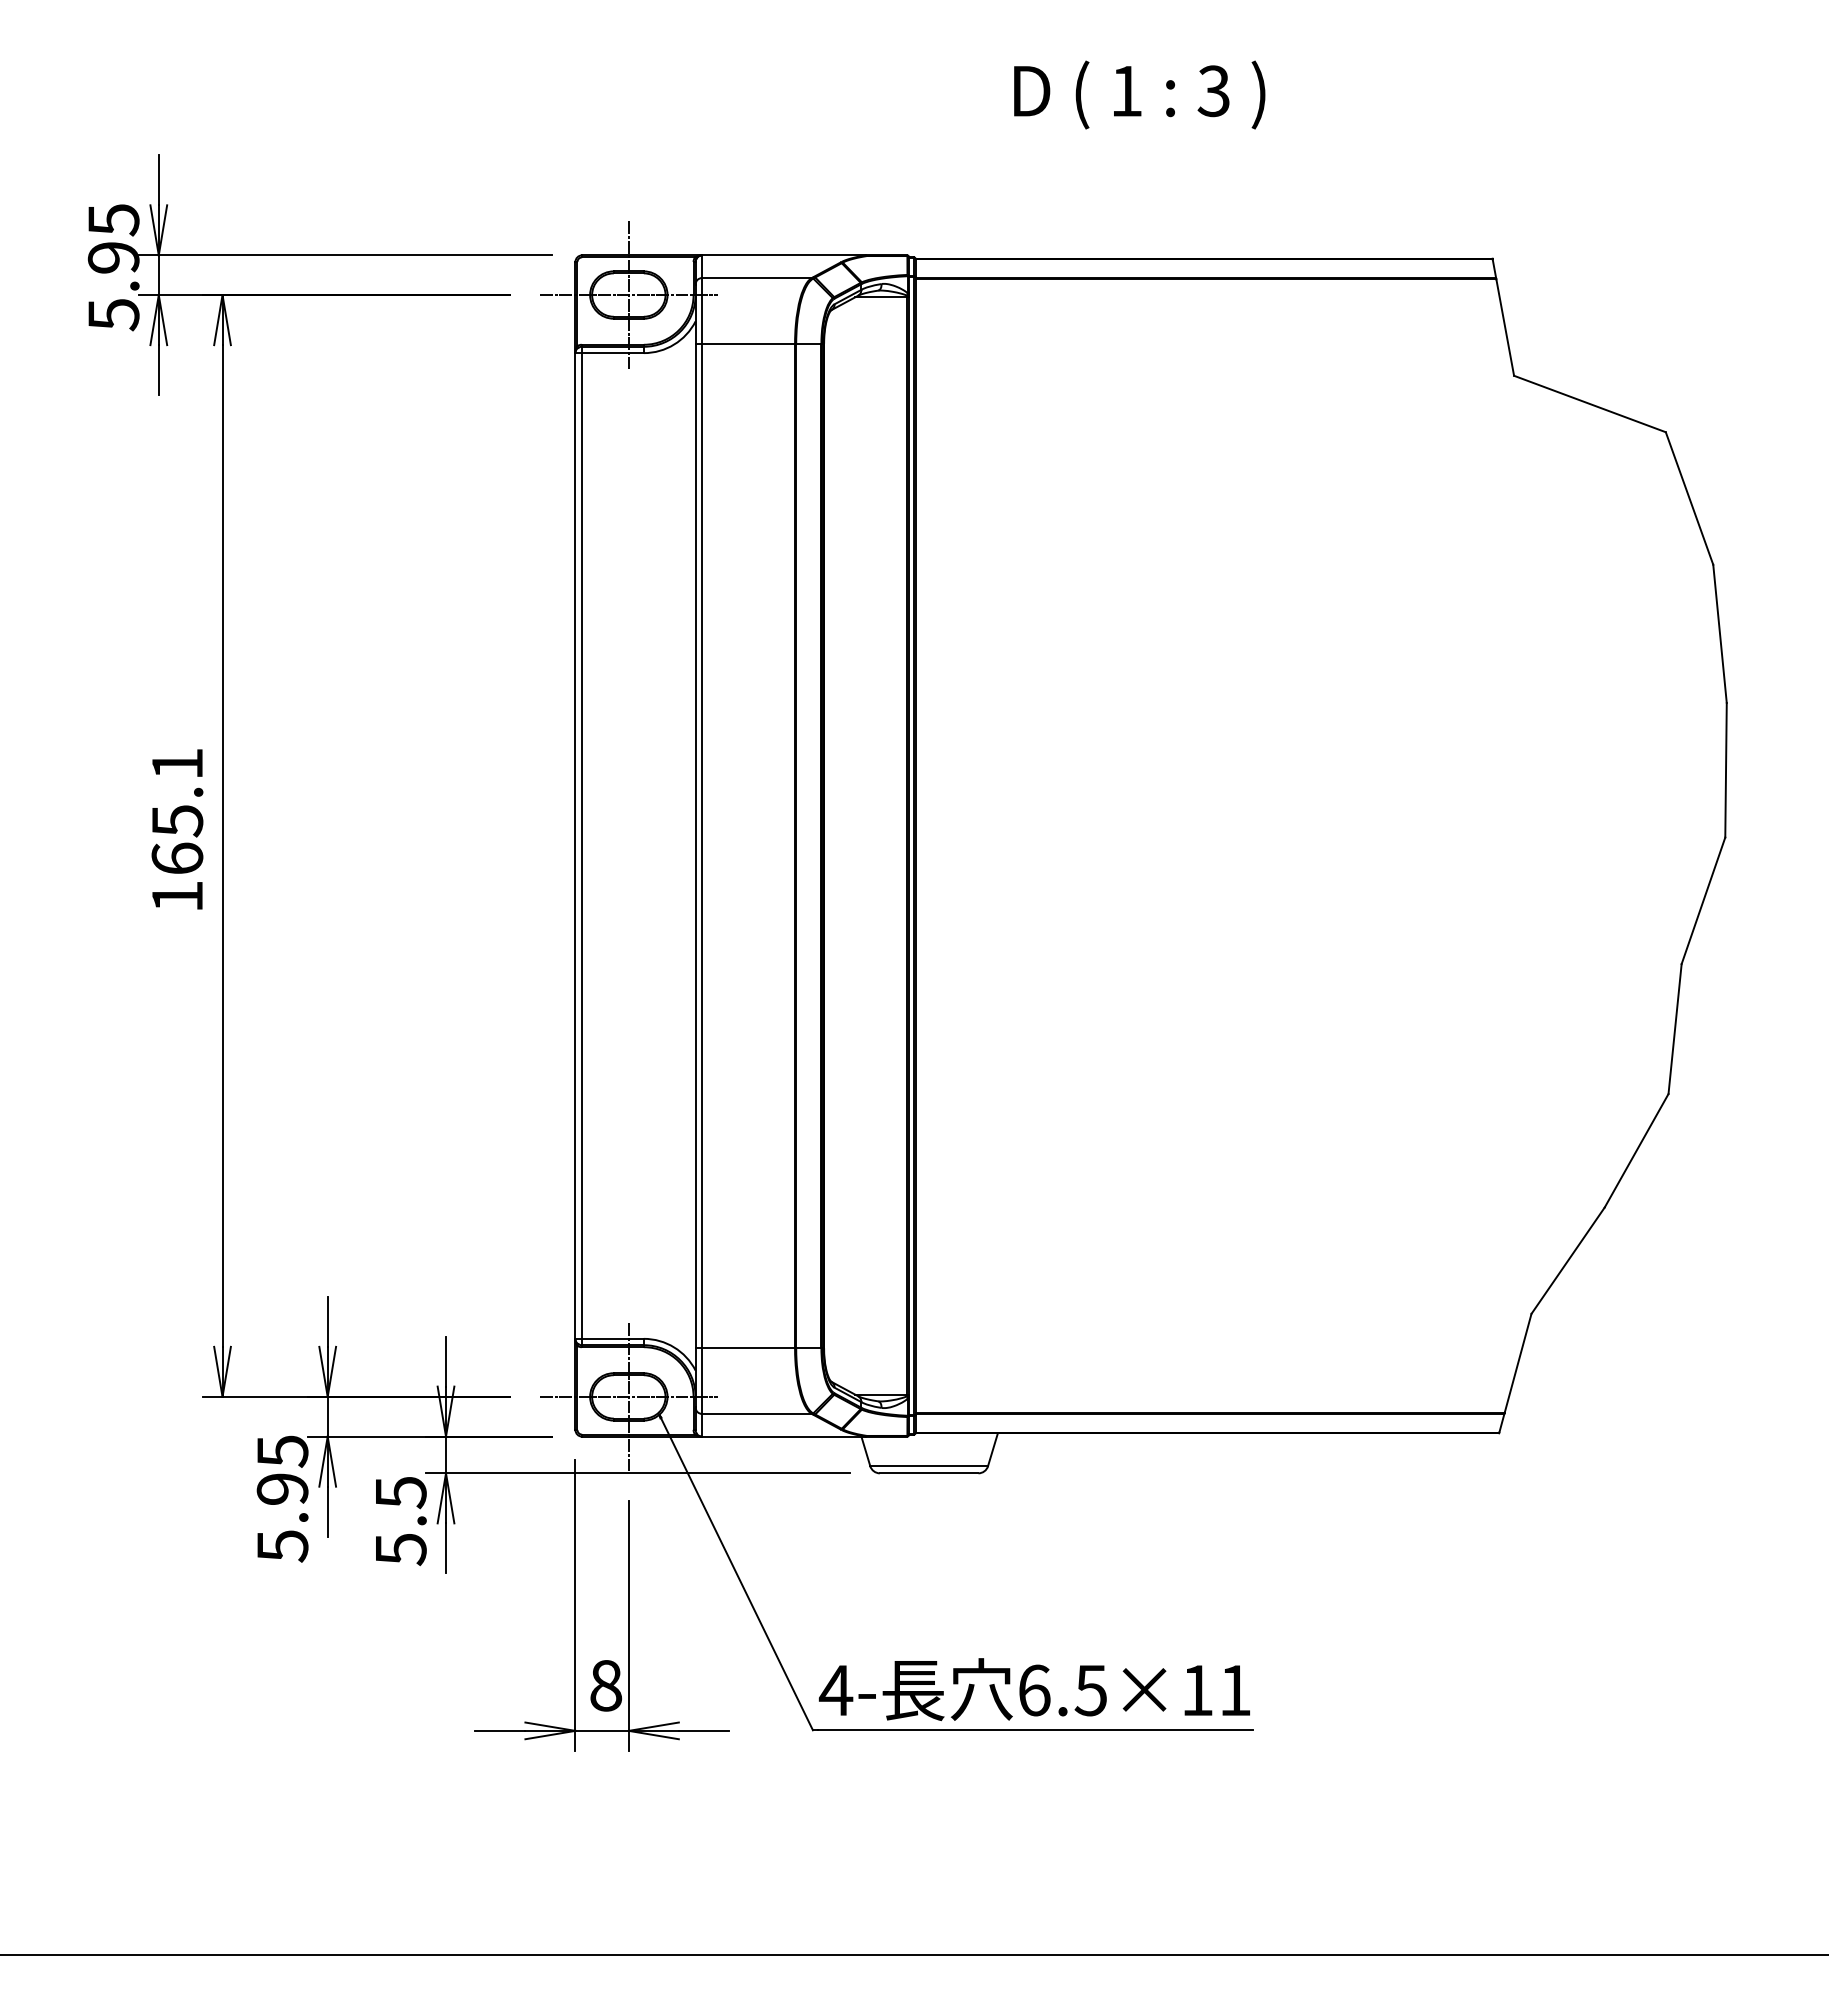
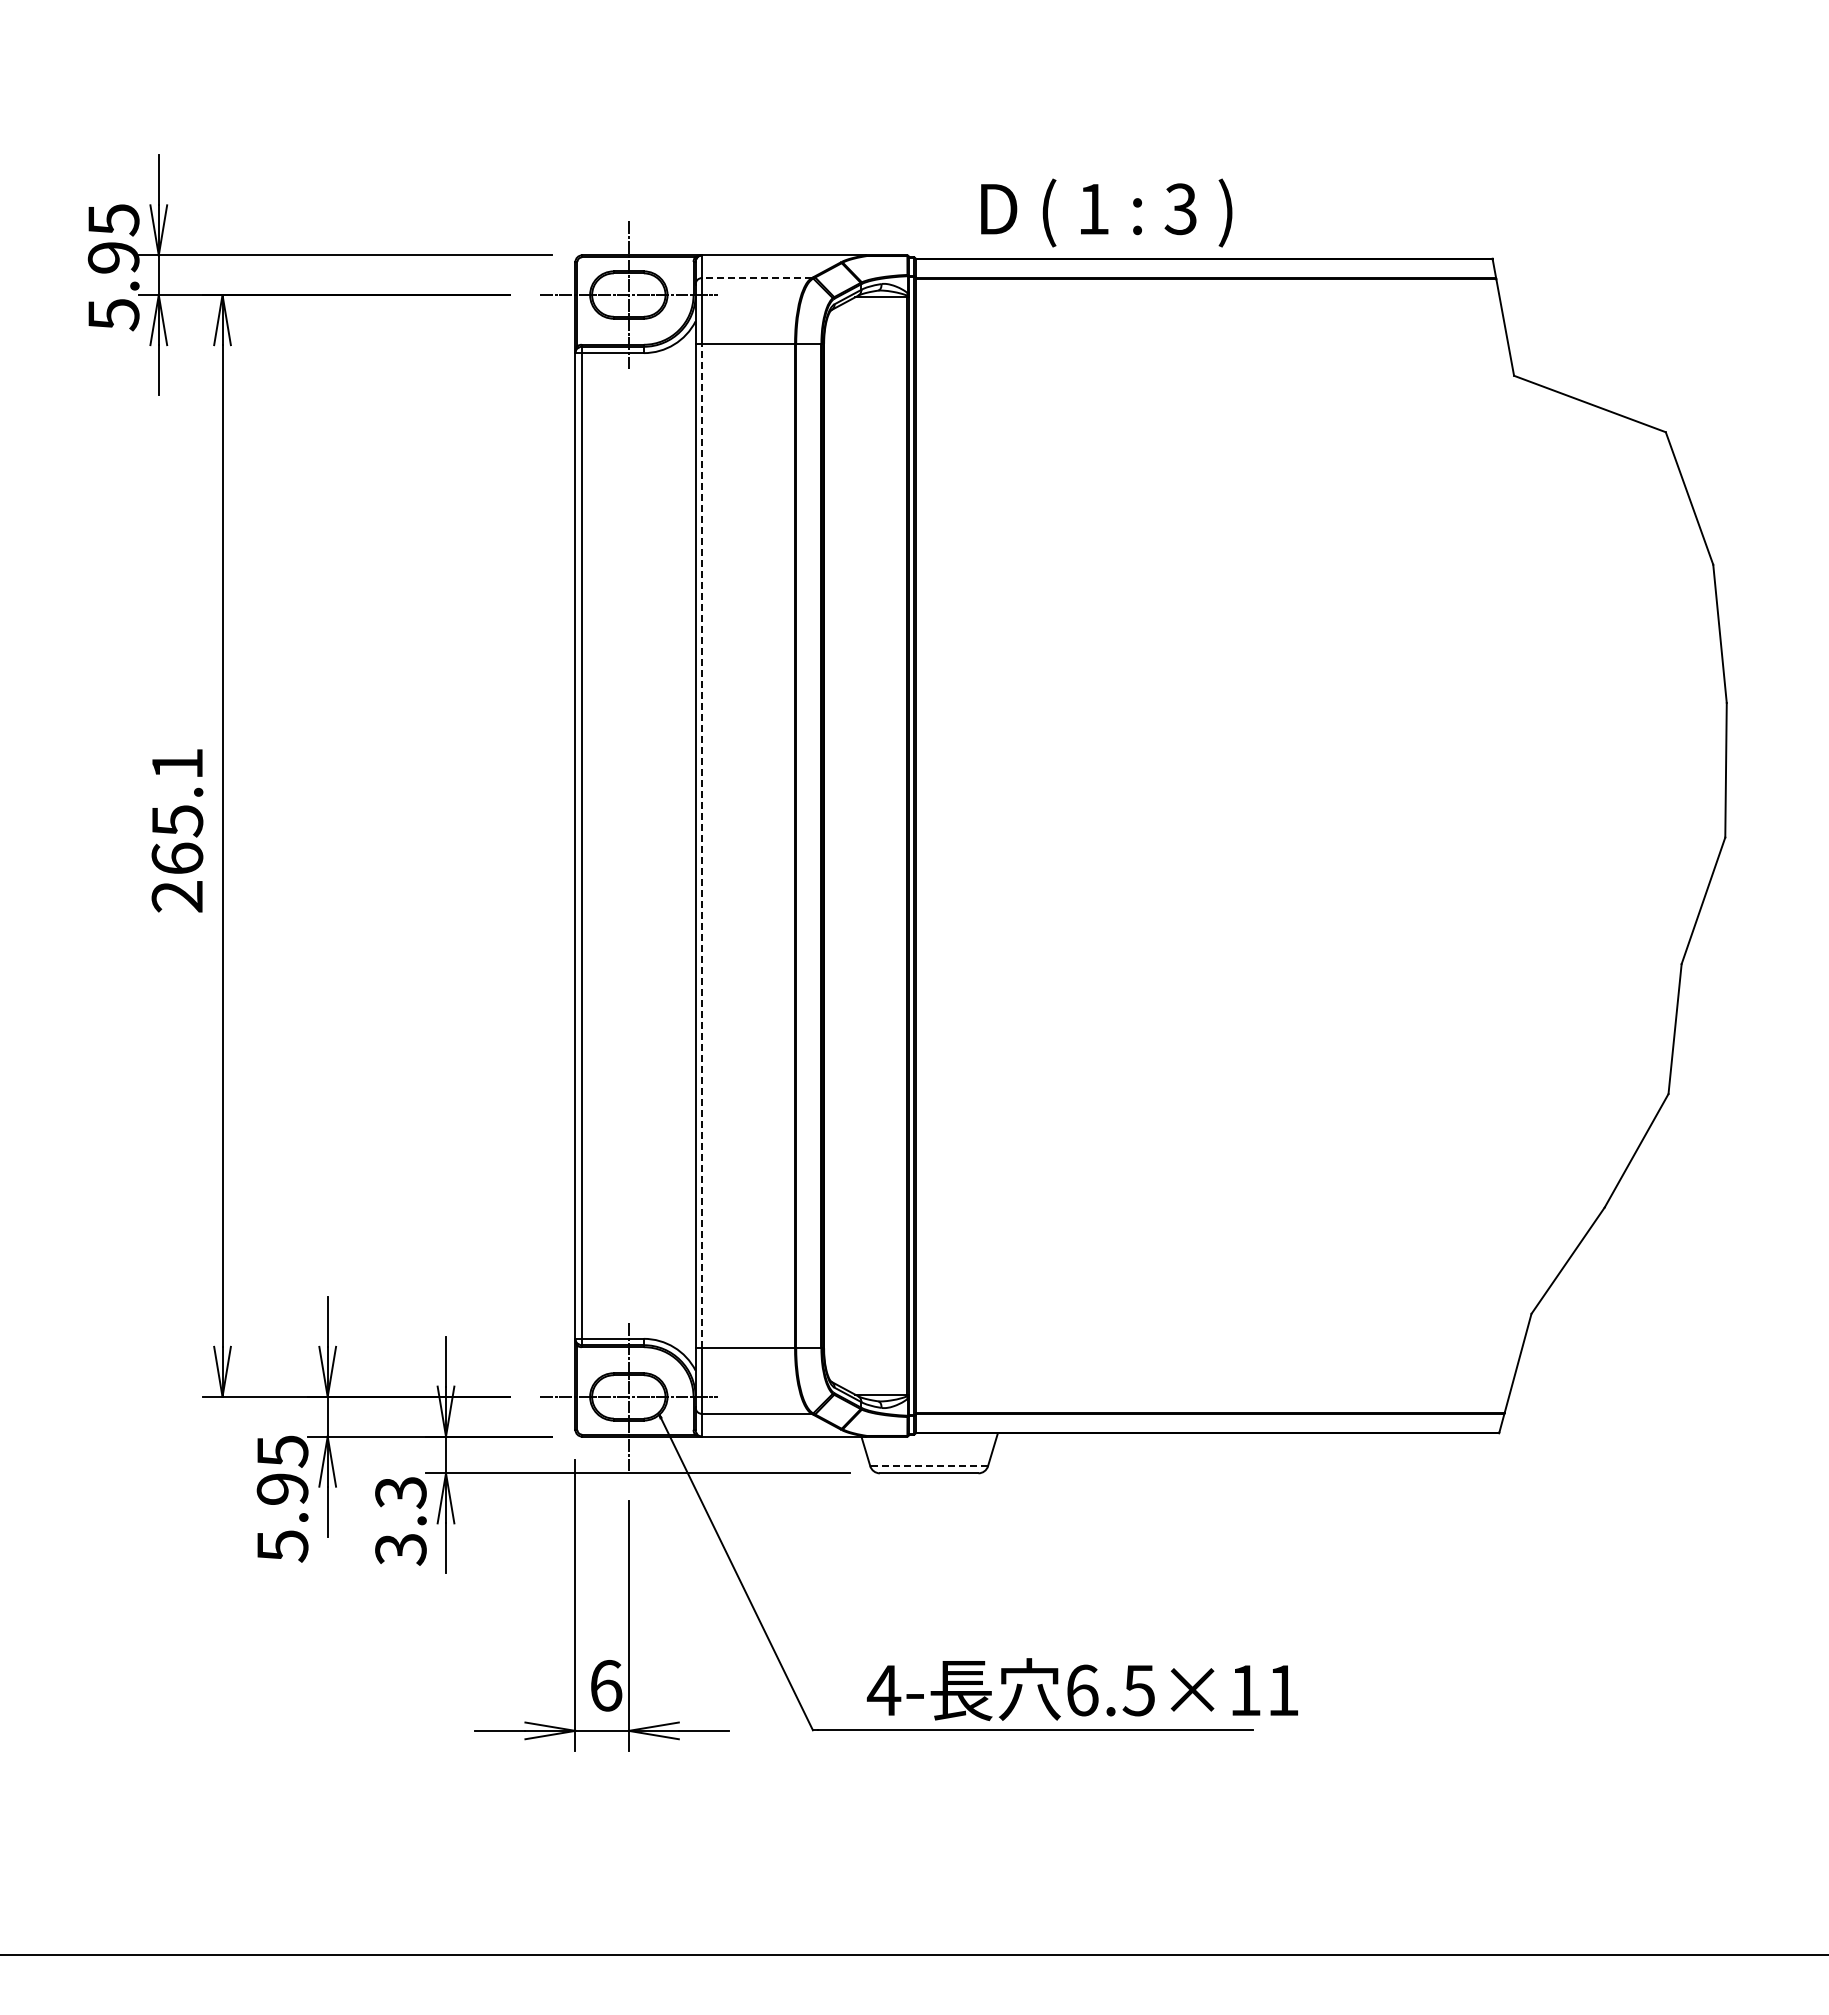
text at (1139, 94) position: (1139, 94) -> (1106, 212)
line at (757, 278): solid -> dashed
line at (702, 845): solid -> dashed
text at (176, 896): 165.1 -> 265.1
line at (929, 1466): solid -> dashed
text at (400, 1521): 5.5 -> 3.3
text at (606, 1685): 8 -> 6
text at (1033, 1689) position: (1033, 1689) -> (1081, 1689)
